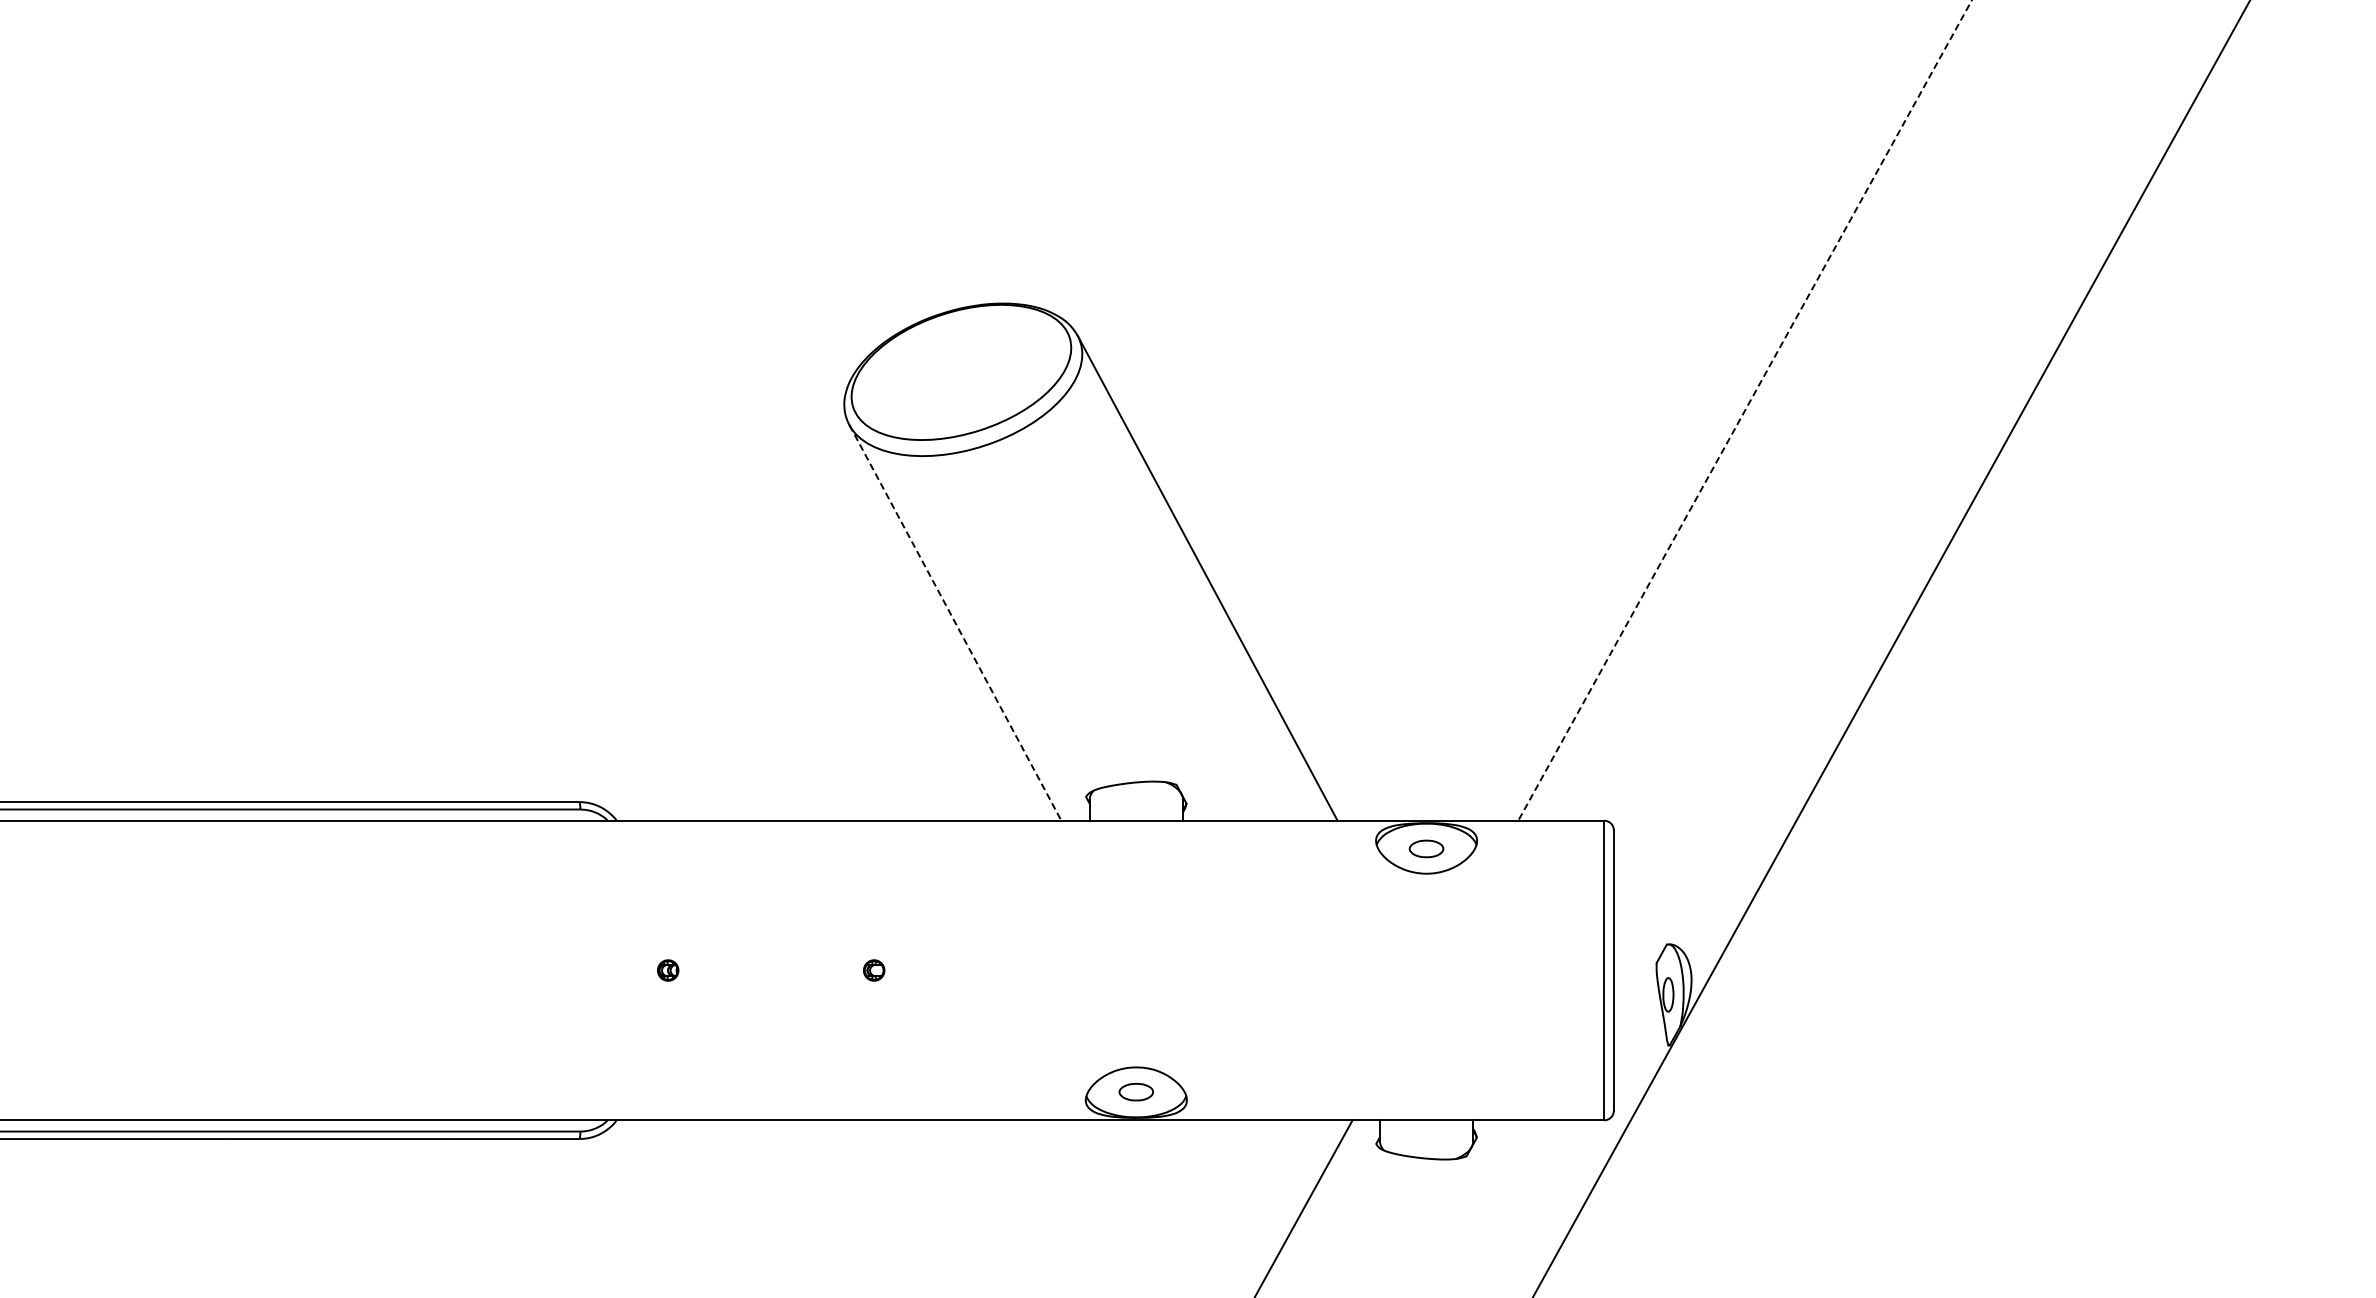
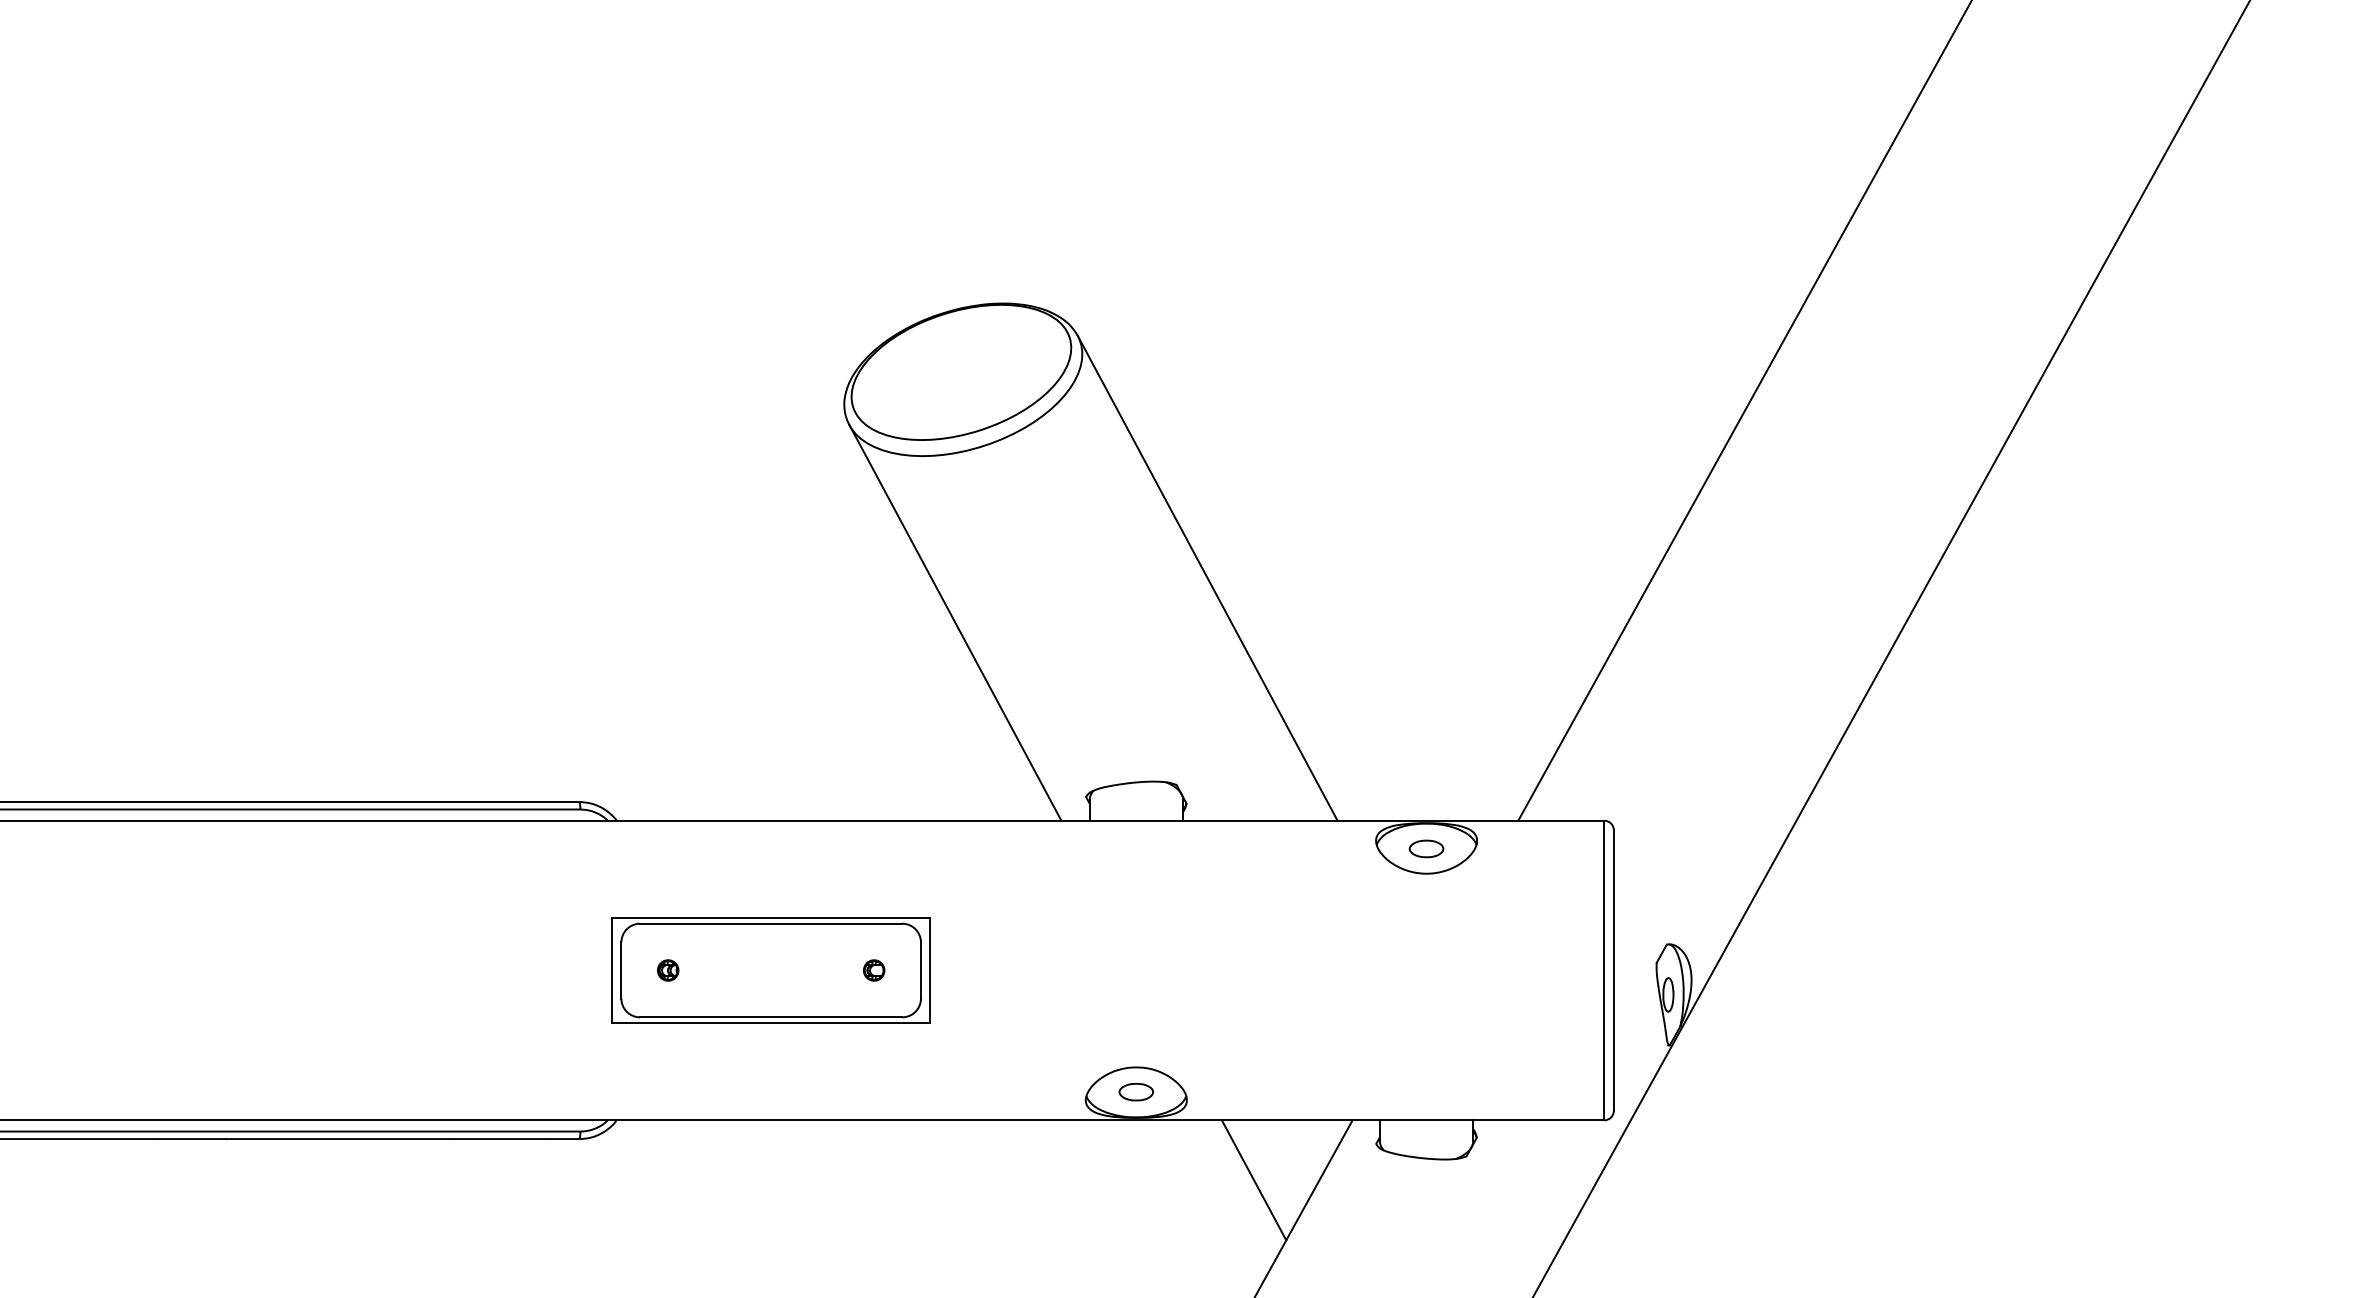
line at (1745, 410): dashed -> solid
line at (955, 623): dashed -> solid
part at (770, 970): none -> present
line at (1253, 1180): none -> present
